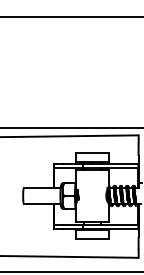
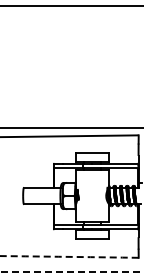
line at (71, 17) position: (71, 17) -> (71, 6)
arc at (69, 256): solid -> dashed
line at (72, 271): solid -> dashed
